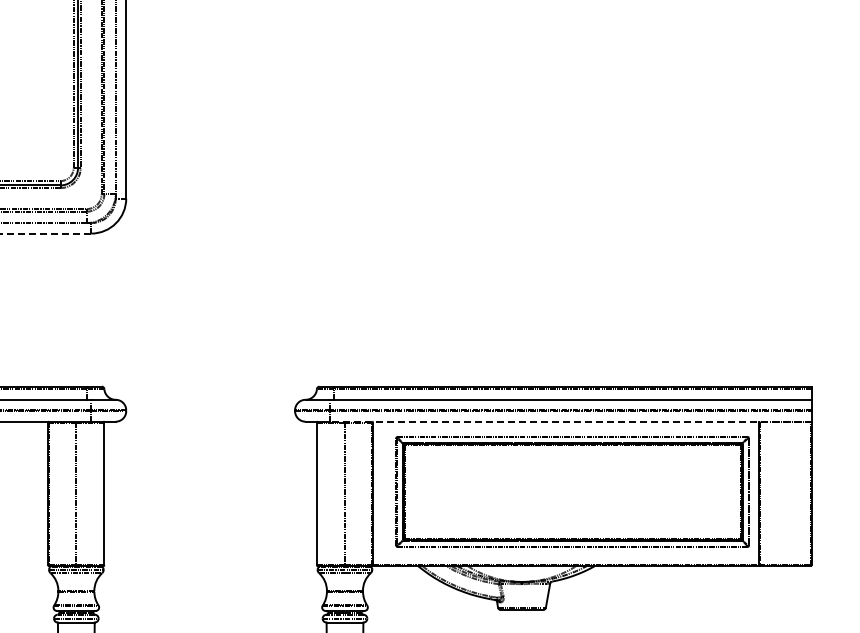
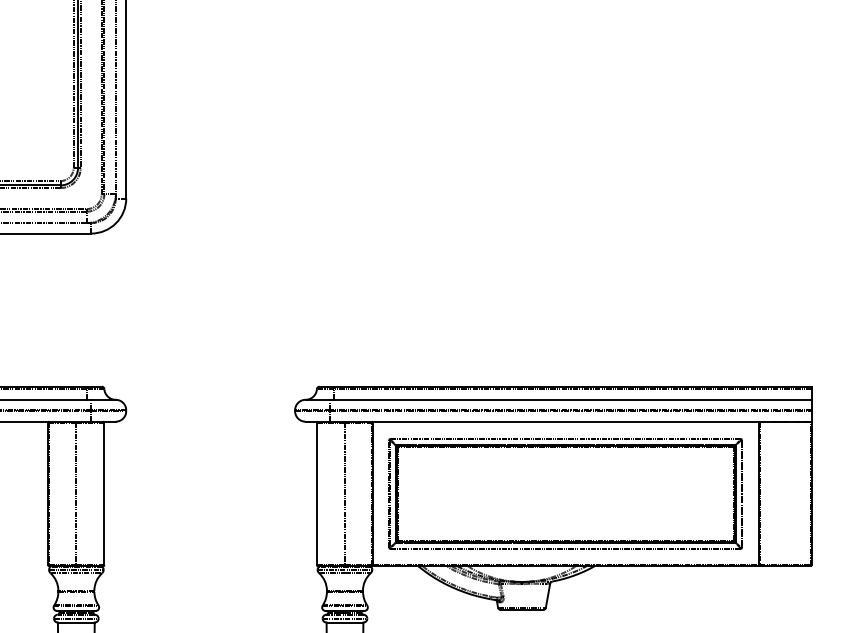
line at (45, 233): dashed -> solid
line at (570, 421): dashed -> solid
part at (572, 491) position: (572, 491) -> (565, 493)
